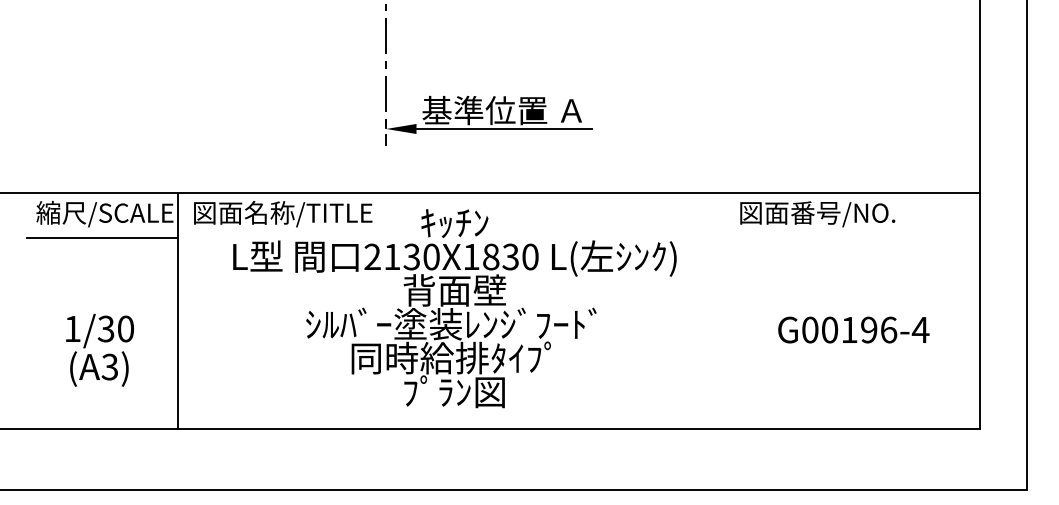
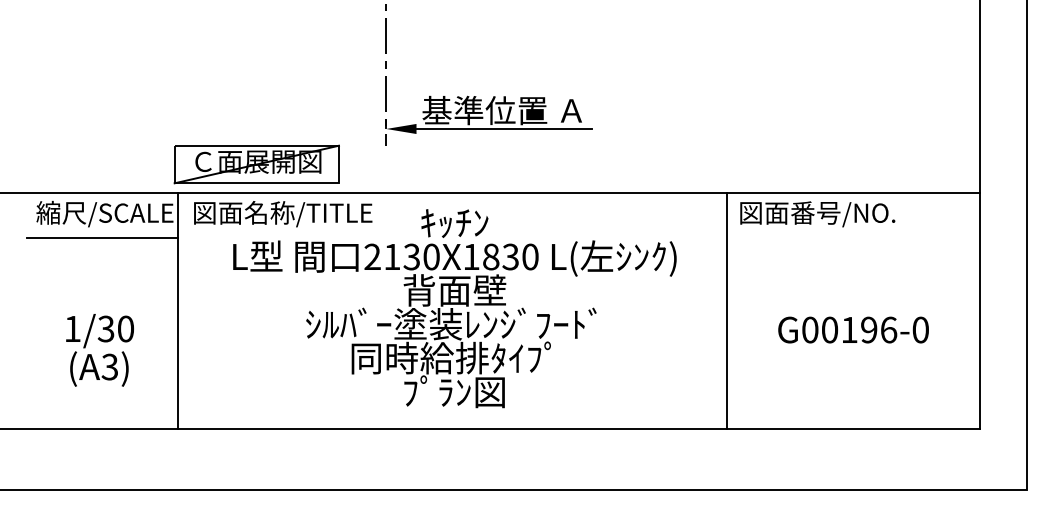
part at (256, 164): none -> present
line at (726, 310): none -> present
text at (920, 329): G00196-4 -> G00196-0
